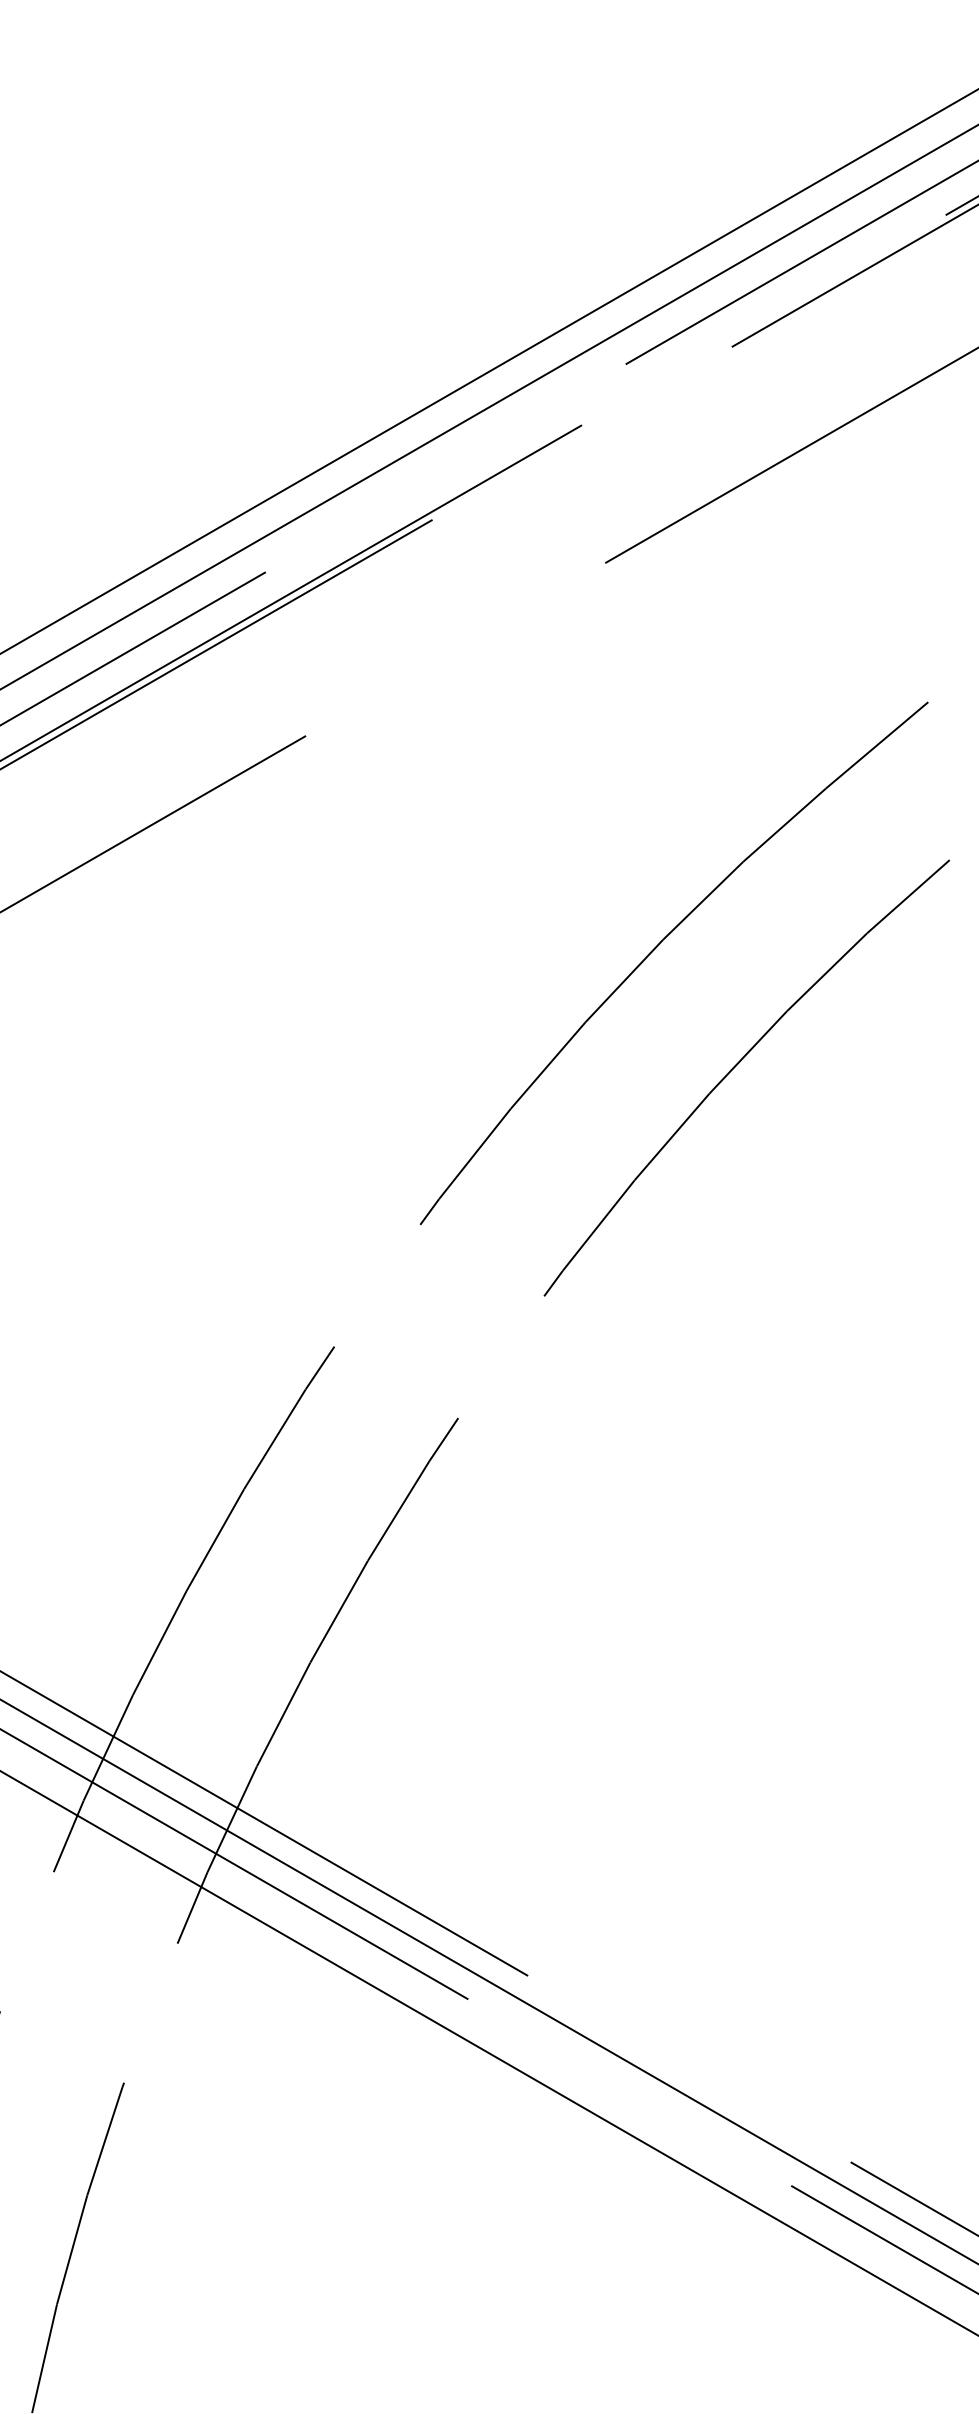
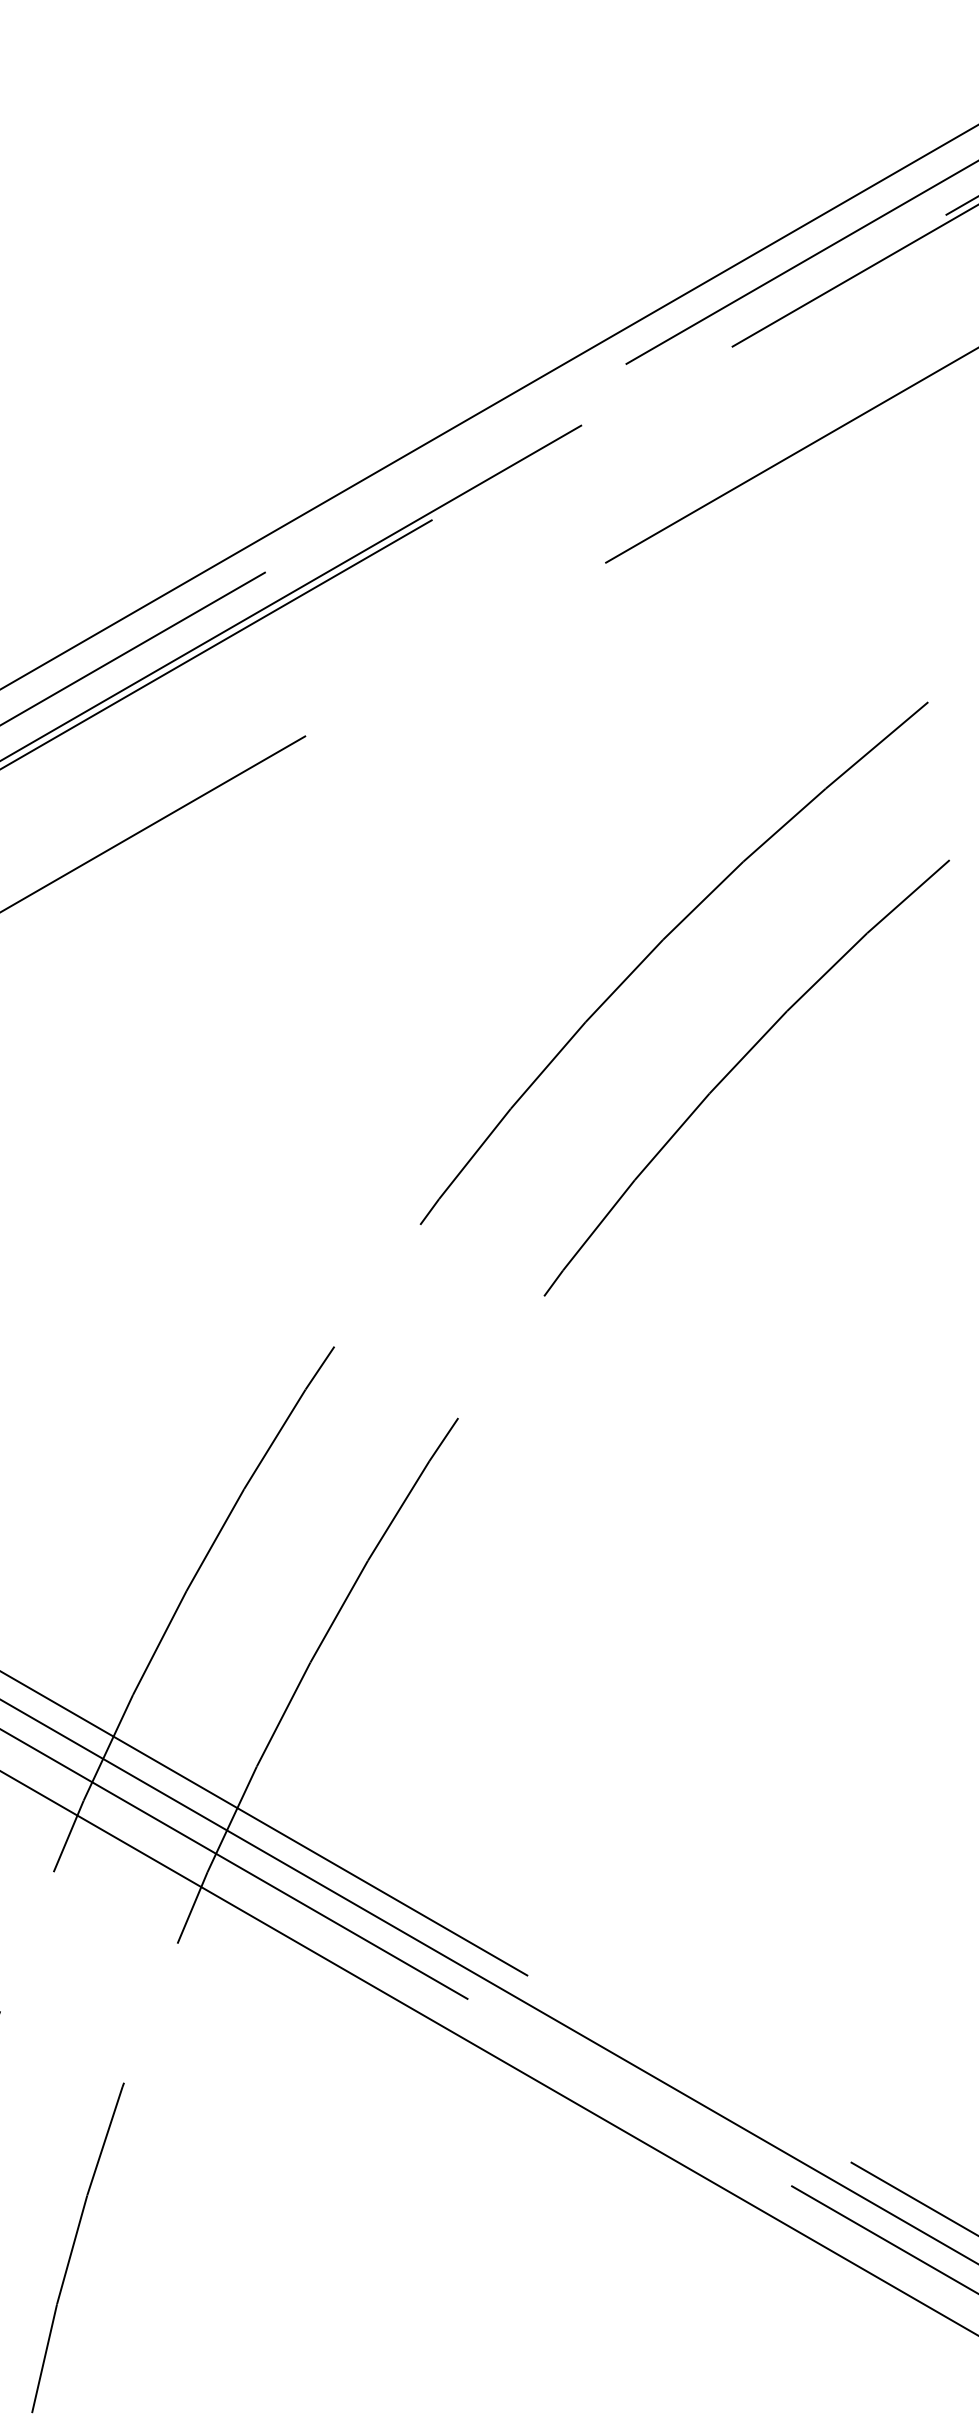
line at (488, 371): present -> none
